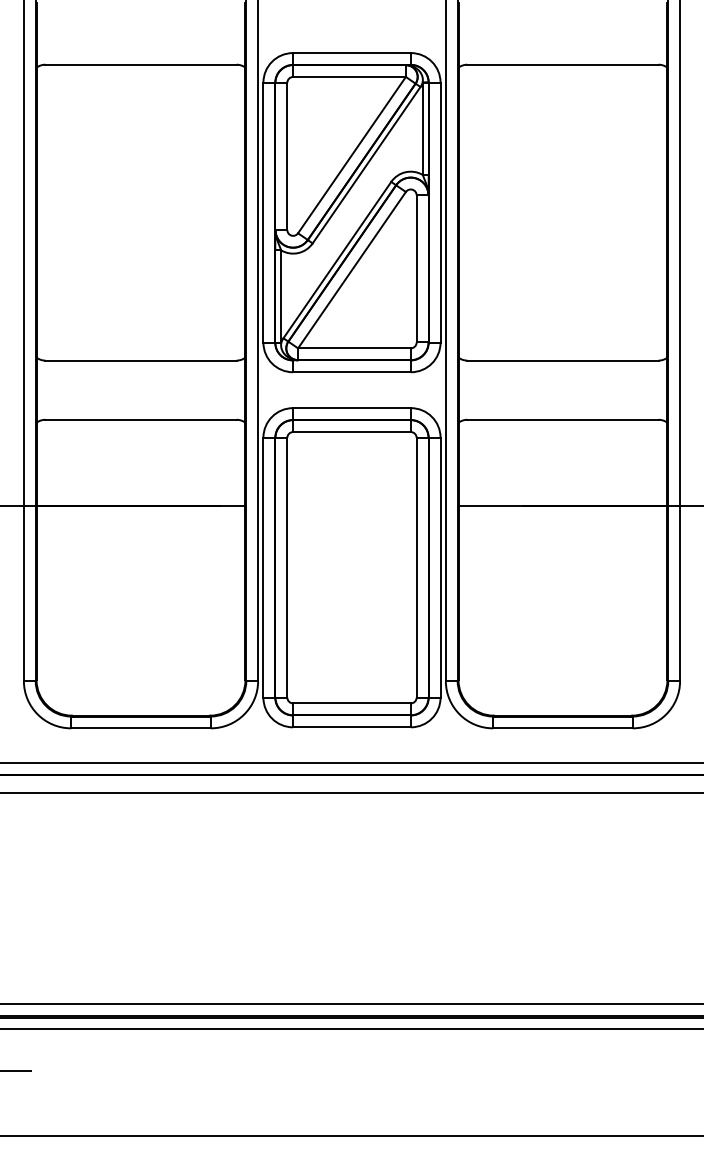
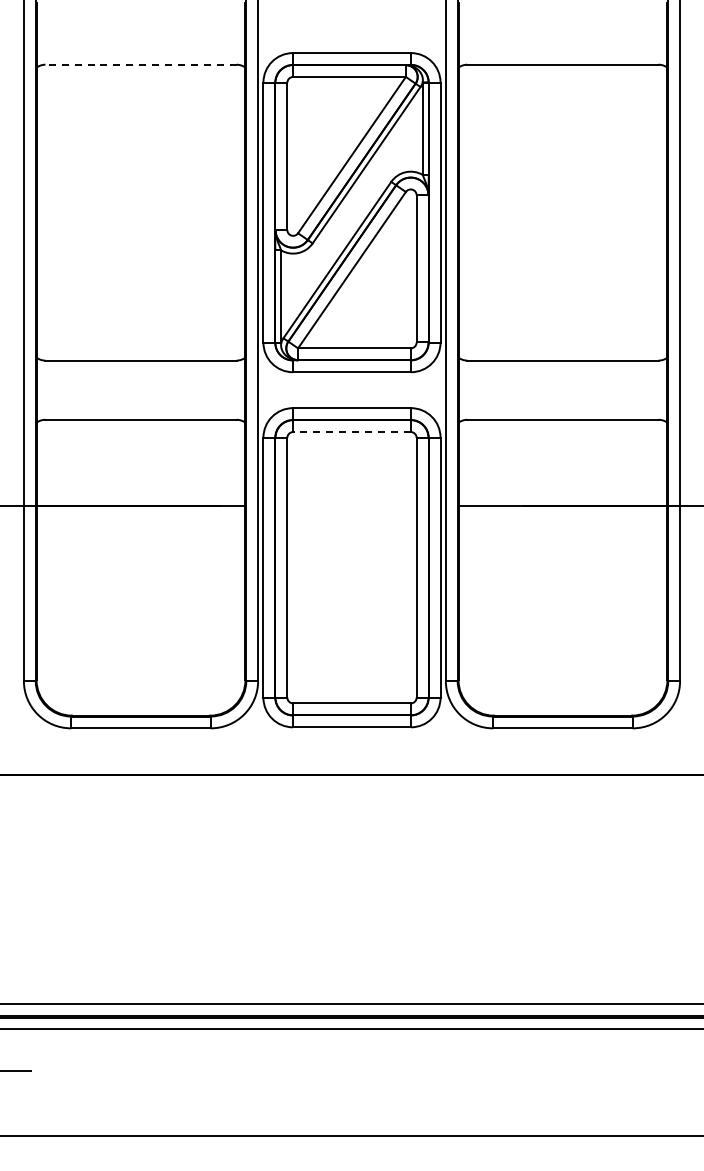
line at (141, 64): solid -> dashed
line at (352, 432): solid -> dashed
line at (351, 763): present -> none
line at (351, 792): present -> none
